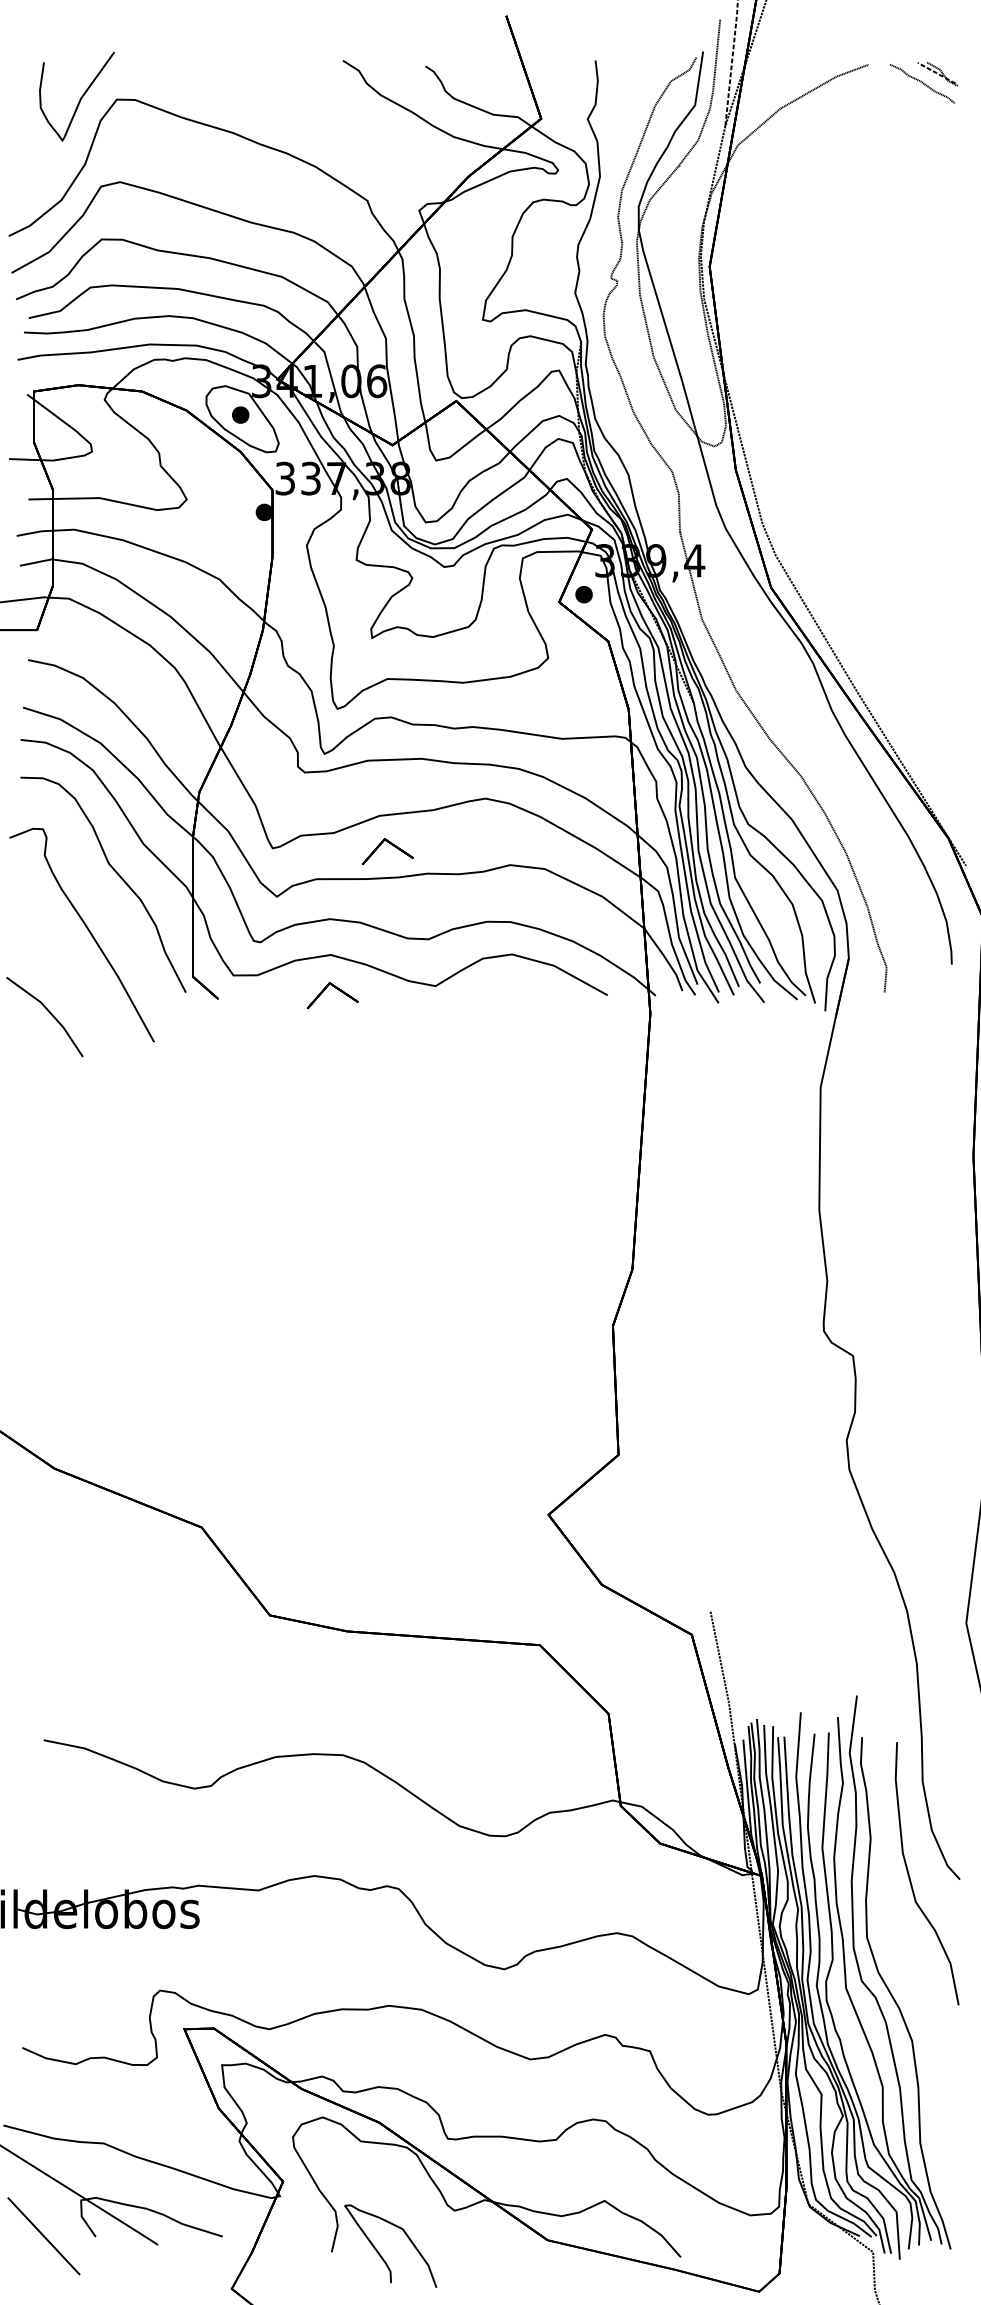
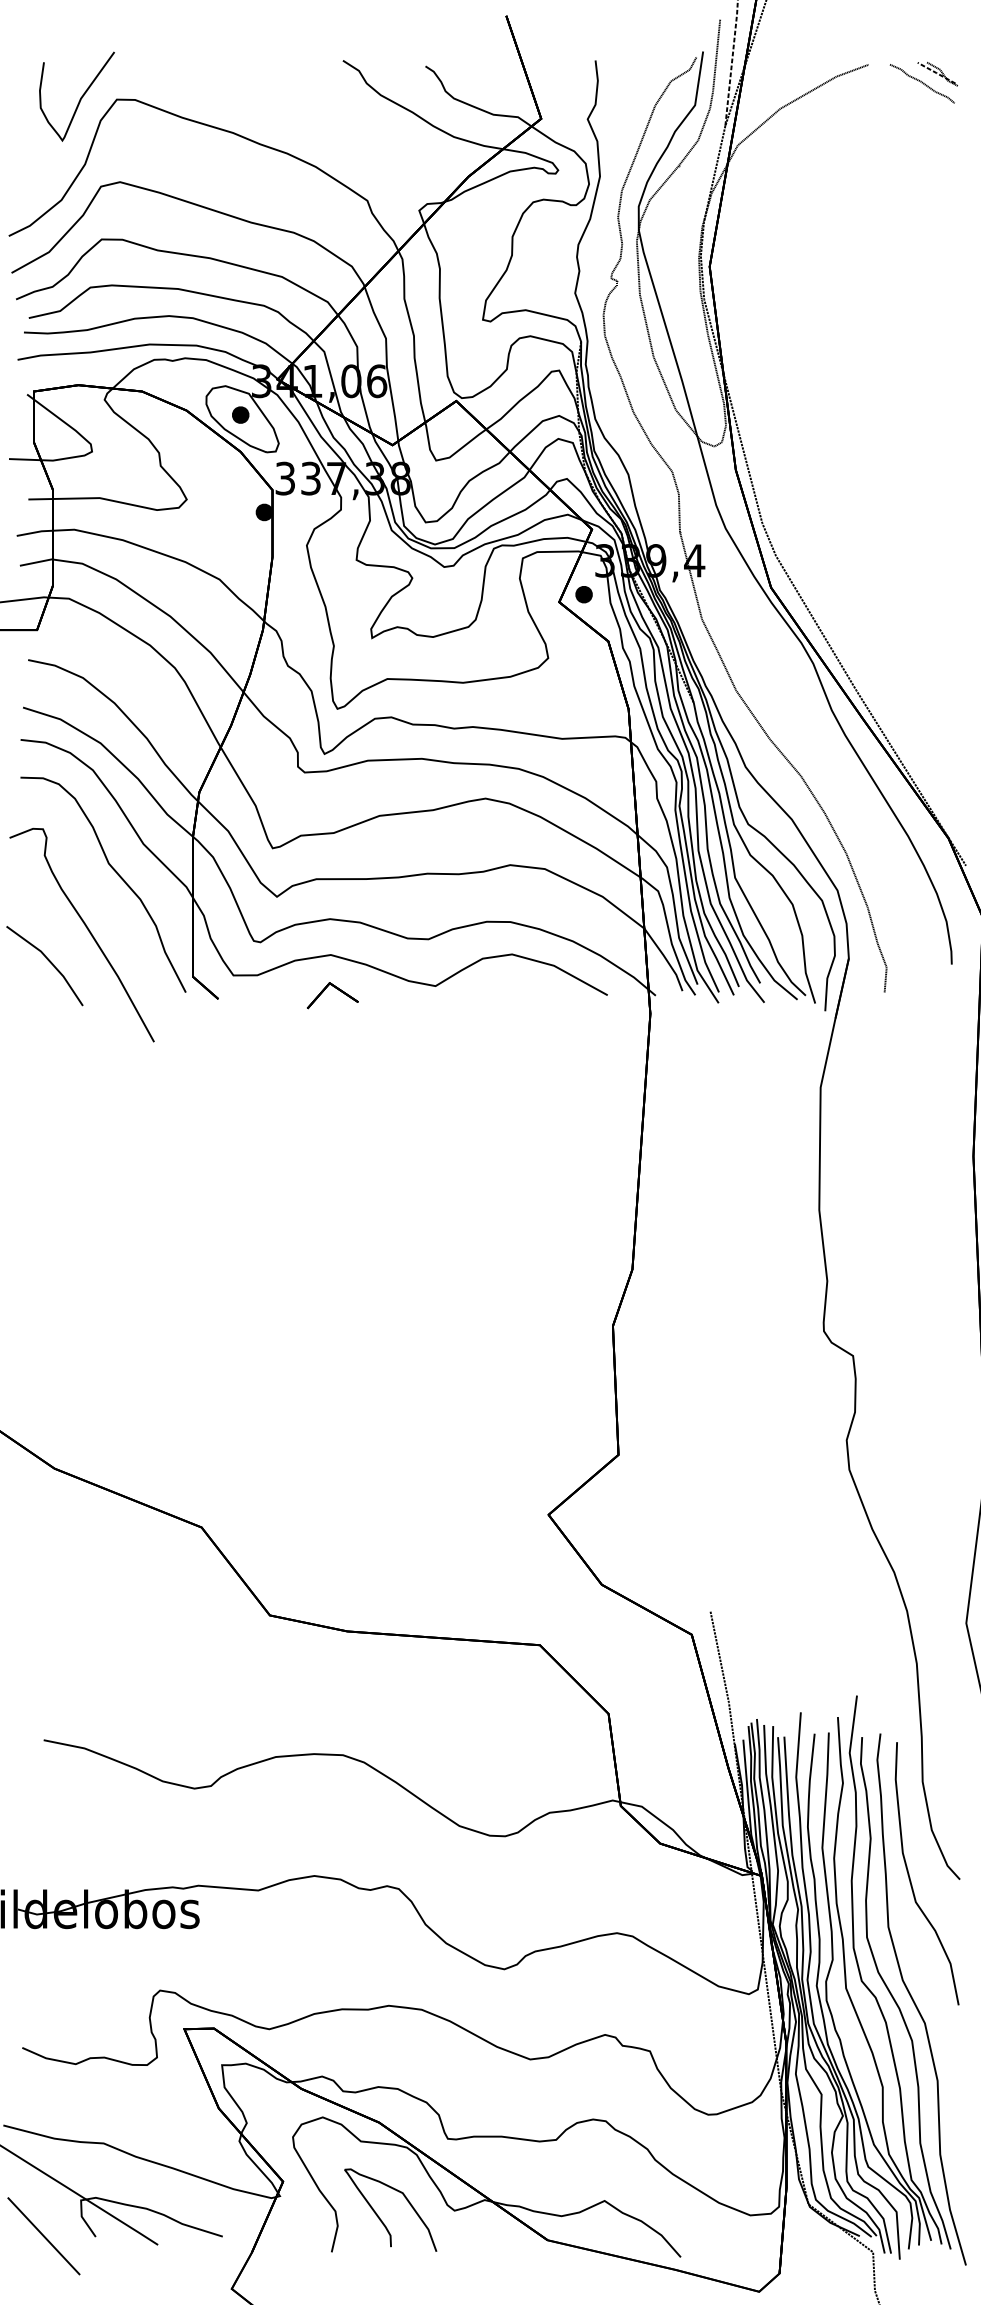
part at (390, 844): present -> none
part at (48, 1012) position: (48, 1012) -> (48, 961)
part at (915, 2002): none -> present
curve at (379, 2252) position: (379, 2252) -> (379, 2216)
